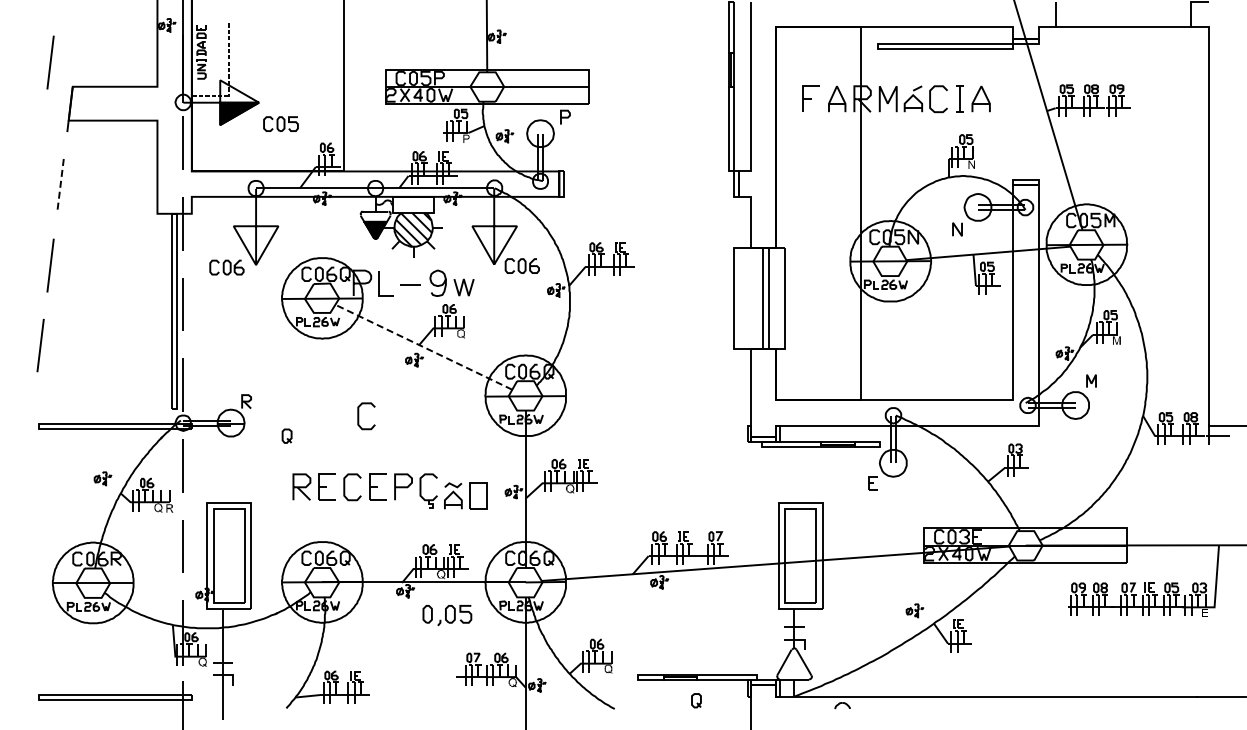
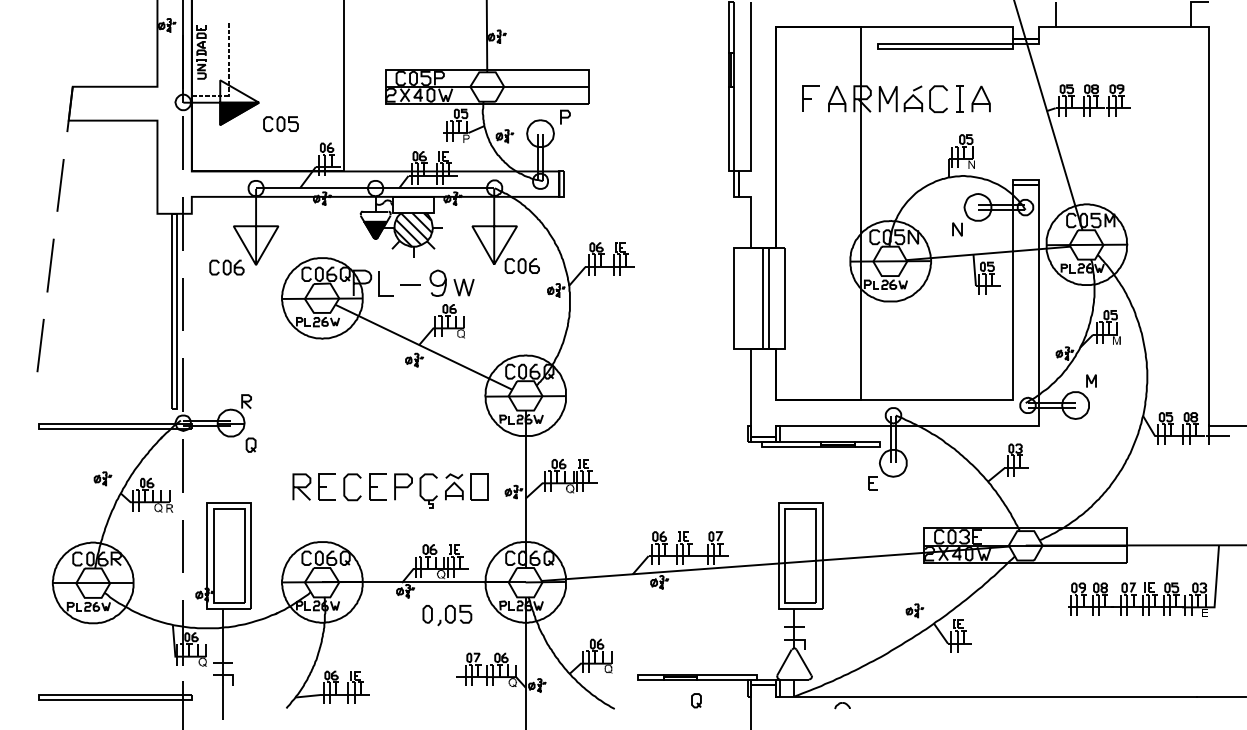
line at (50, 62): present -> none
line at (60, 185): dashed -> solid
line at (423, 347): dashed -> solid
curve at (359, 416): present -> none
curve at (283, 435) position: (283, 435) -> (247, 444)
part at (465, 495) position: (465, 495) -> (466, 486)
